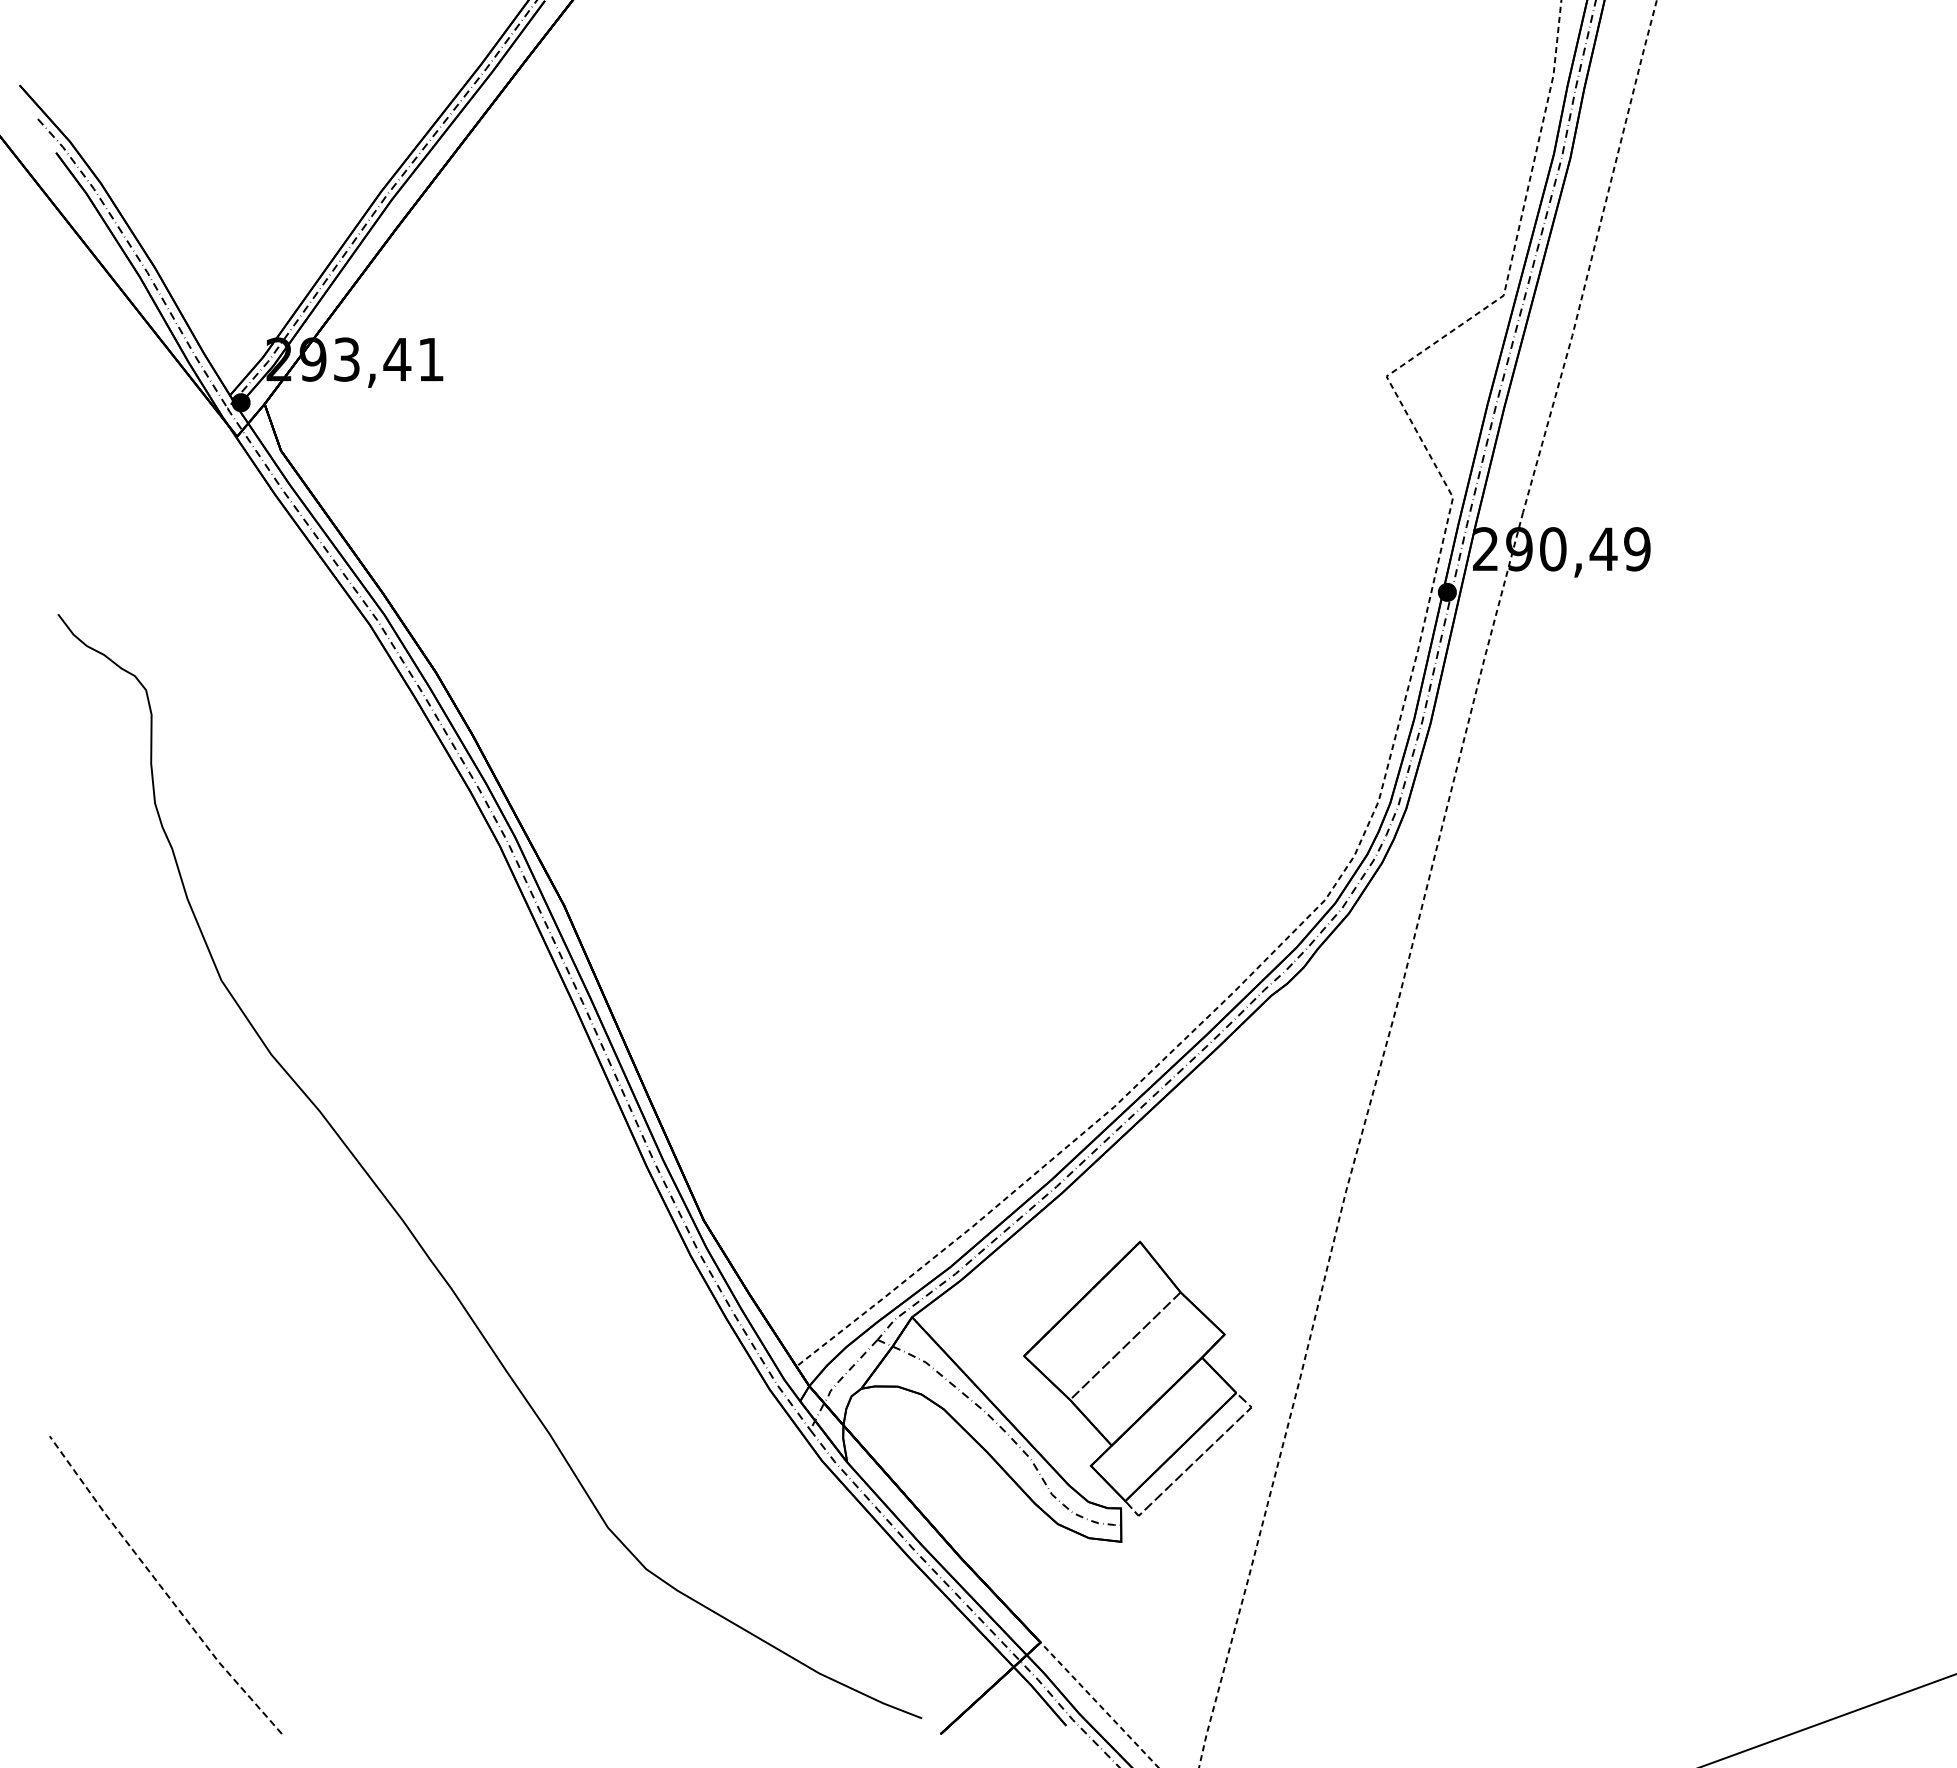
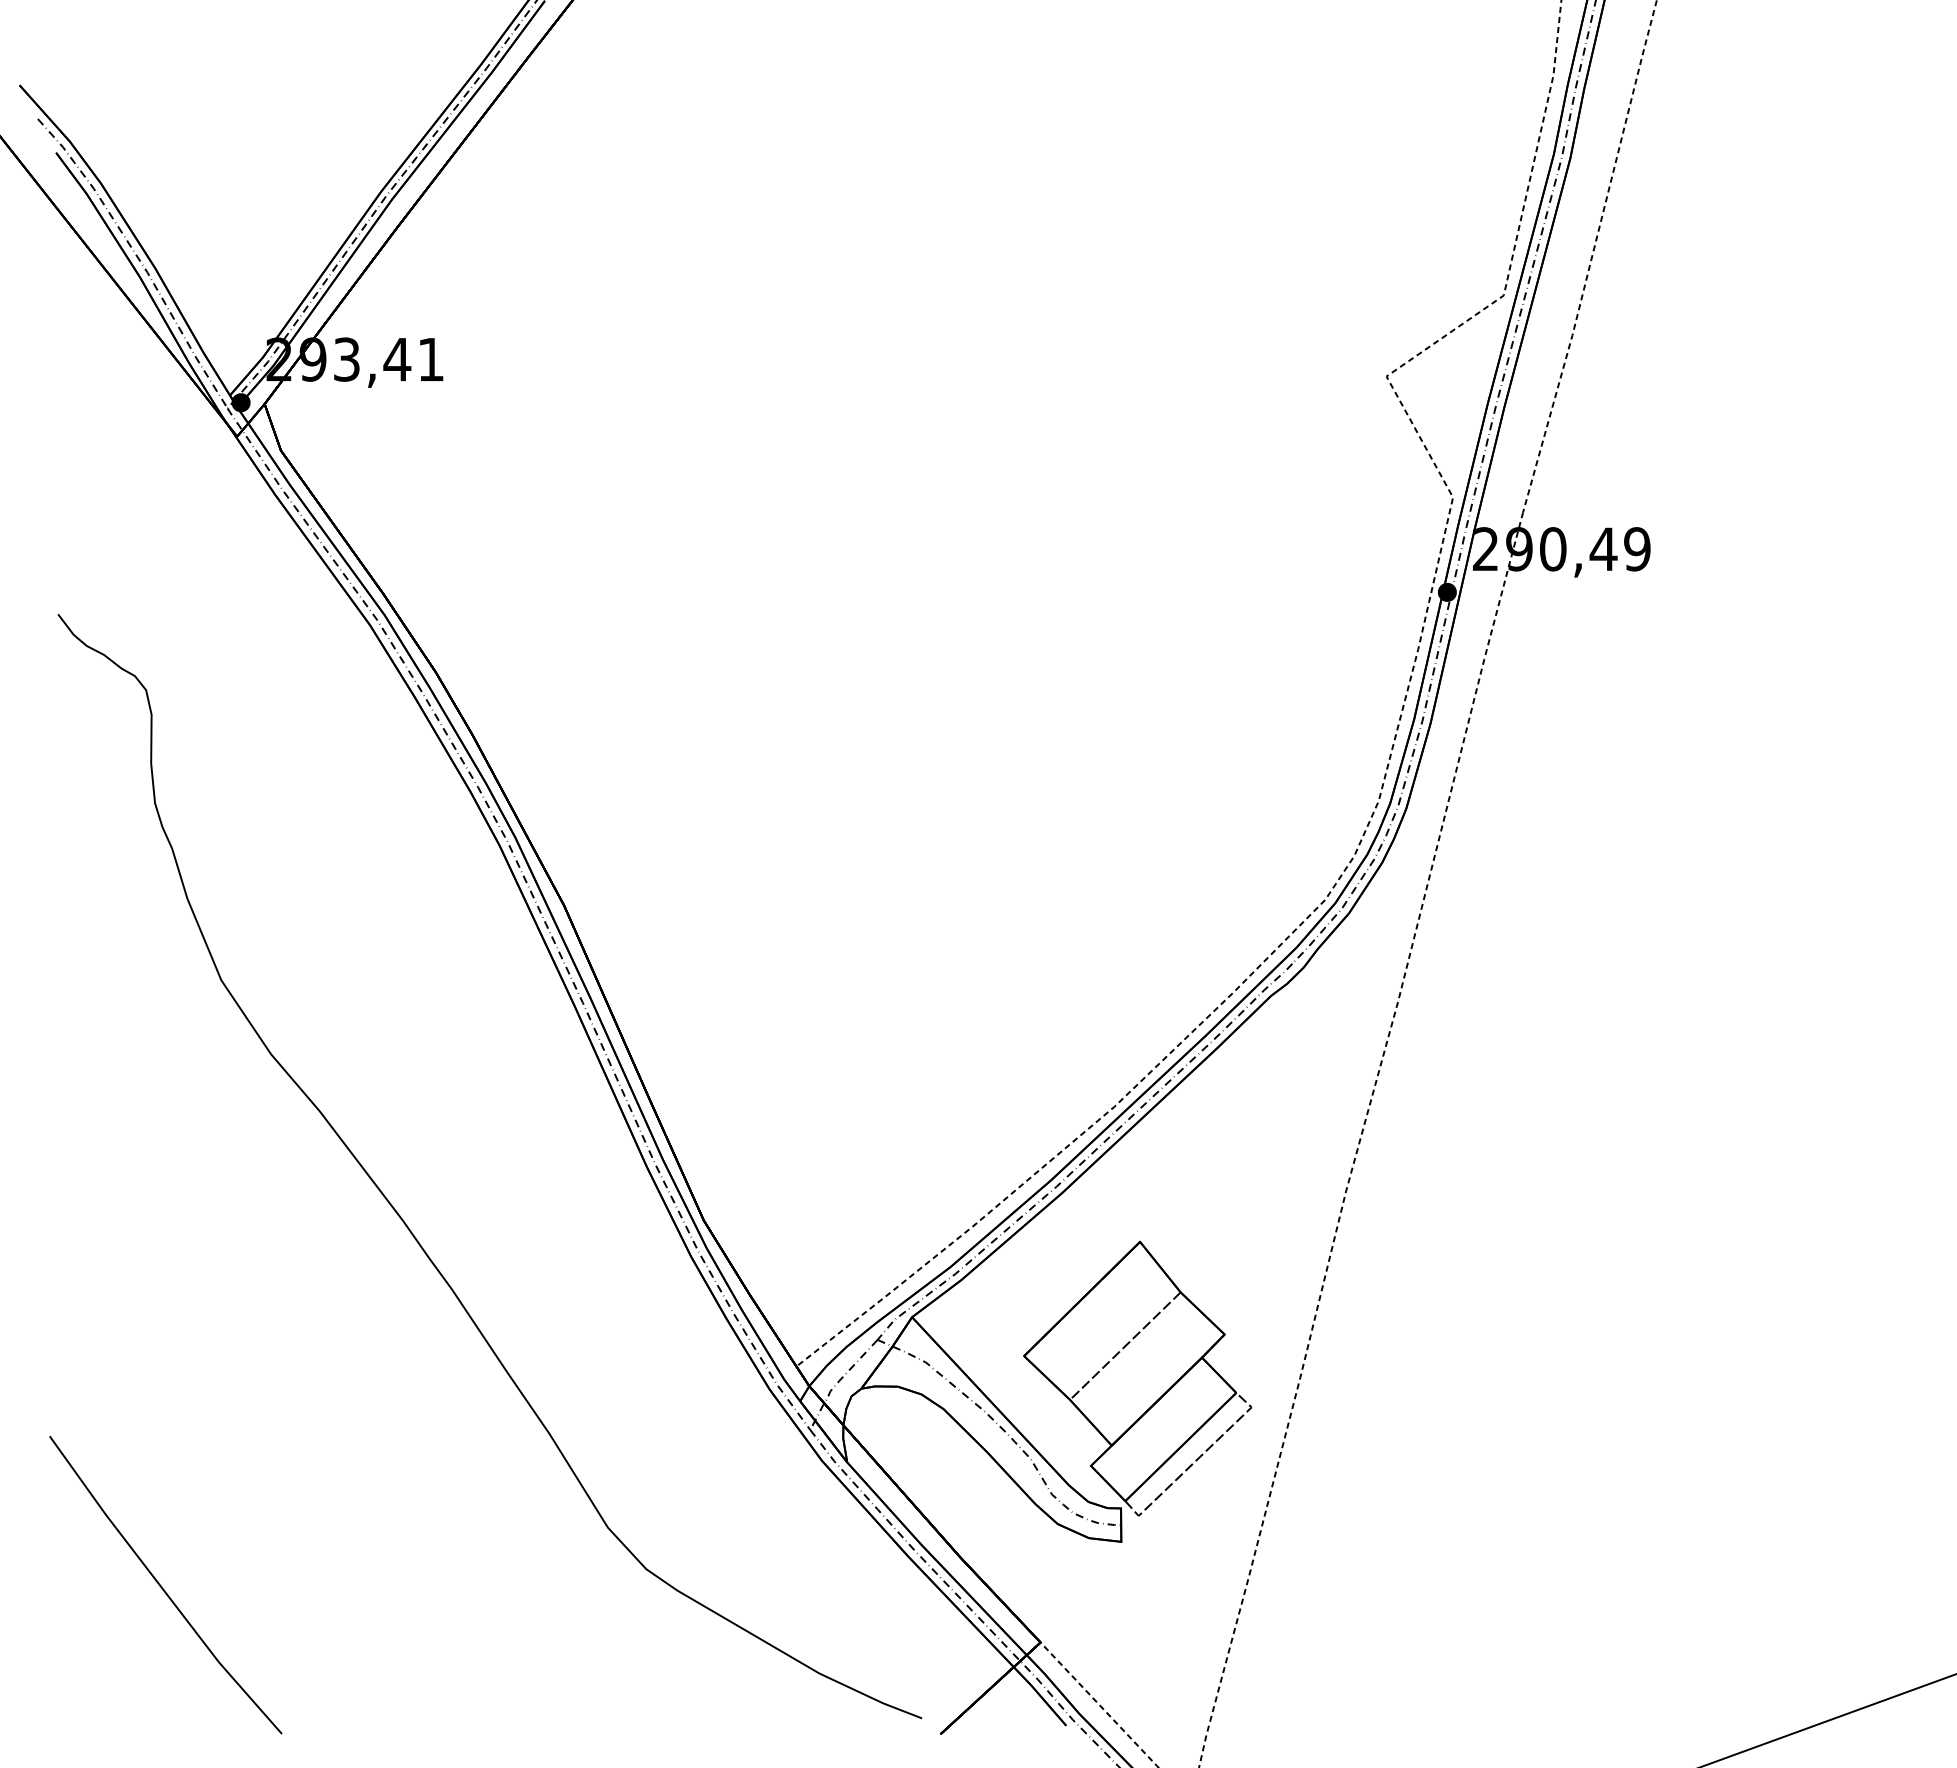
line at (162, 1587): dashed -> solid
